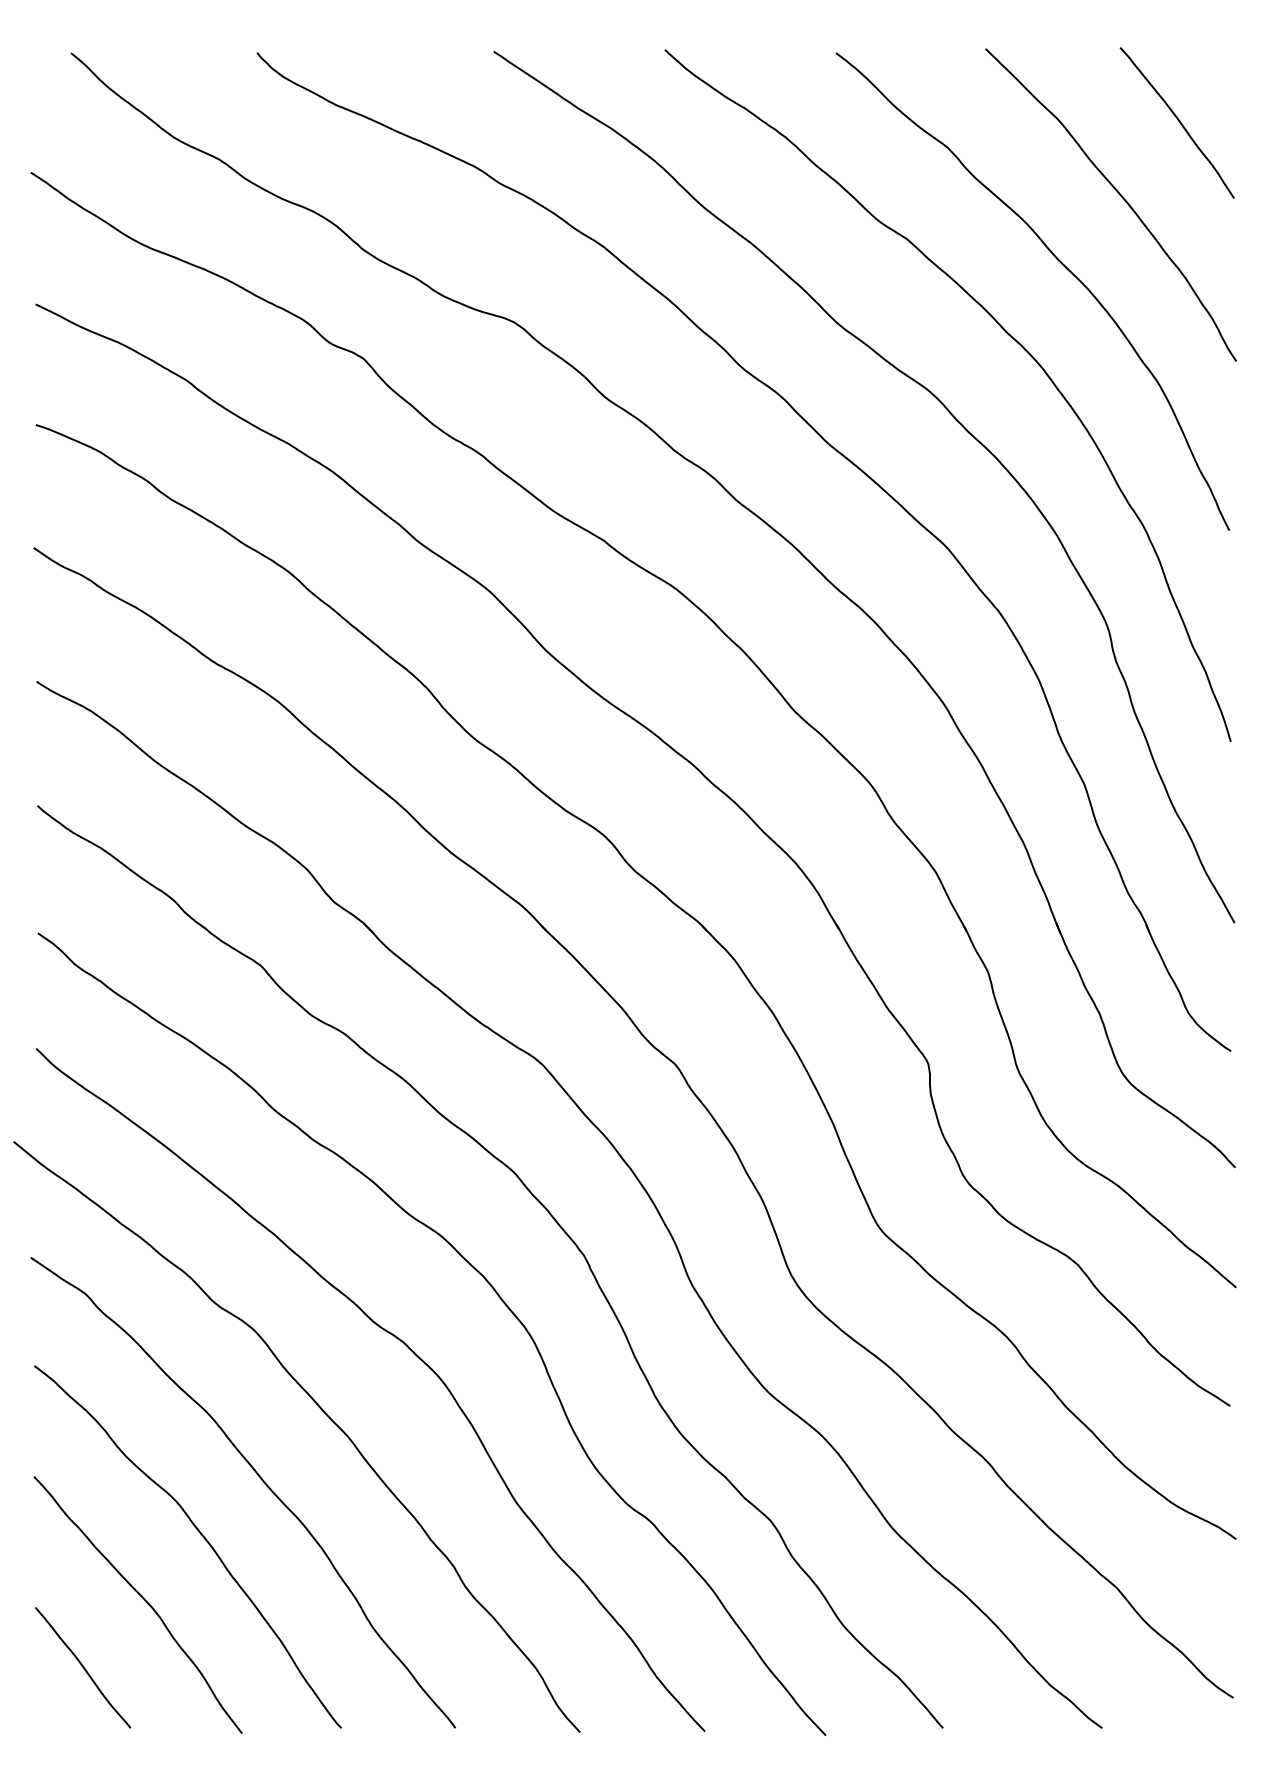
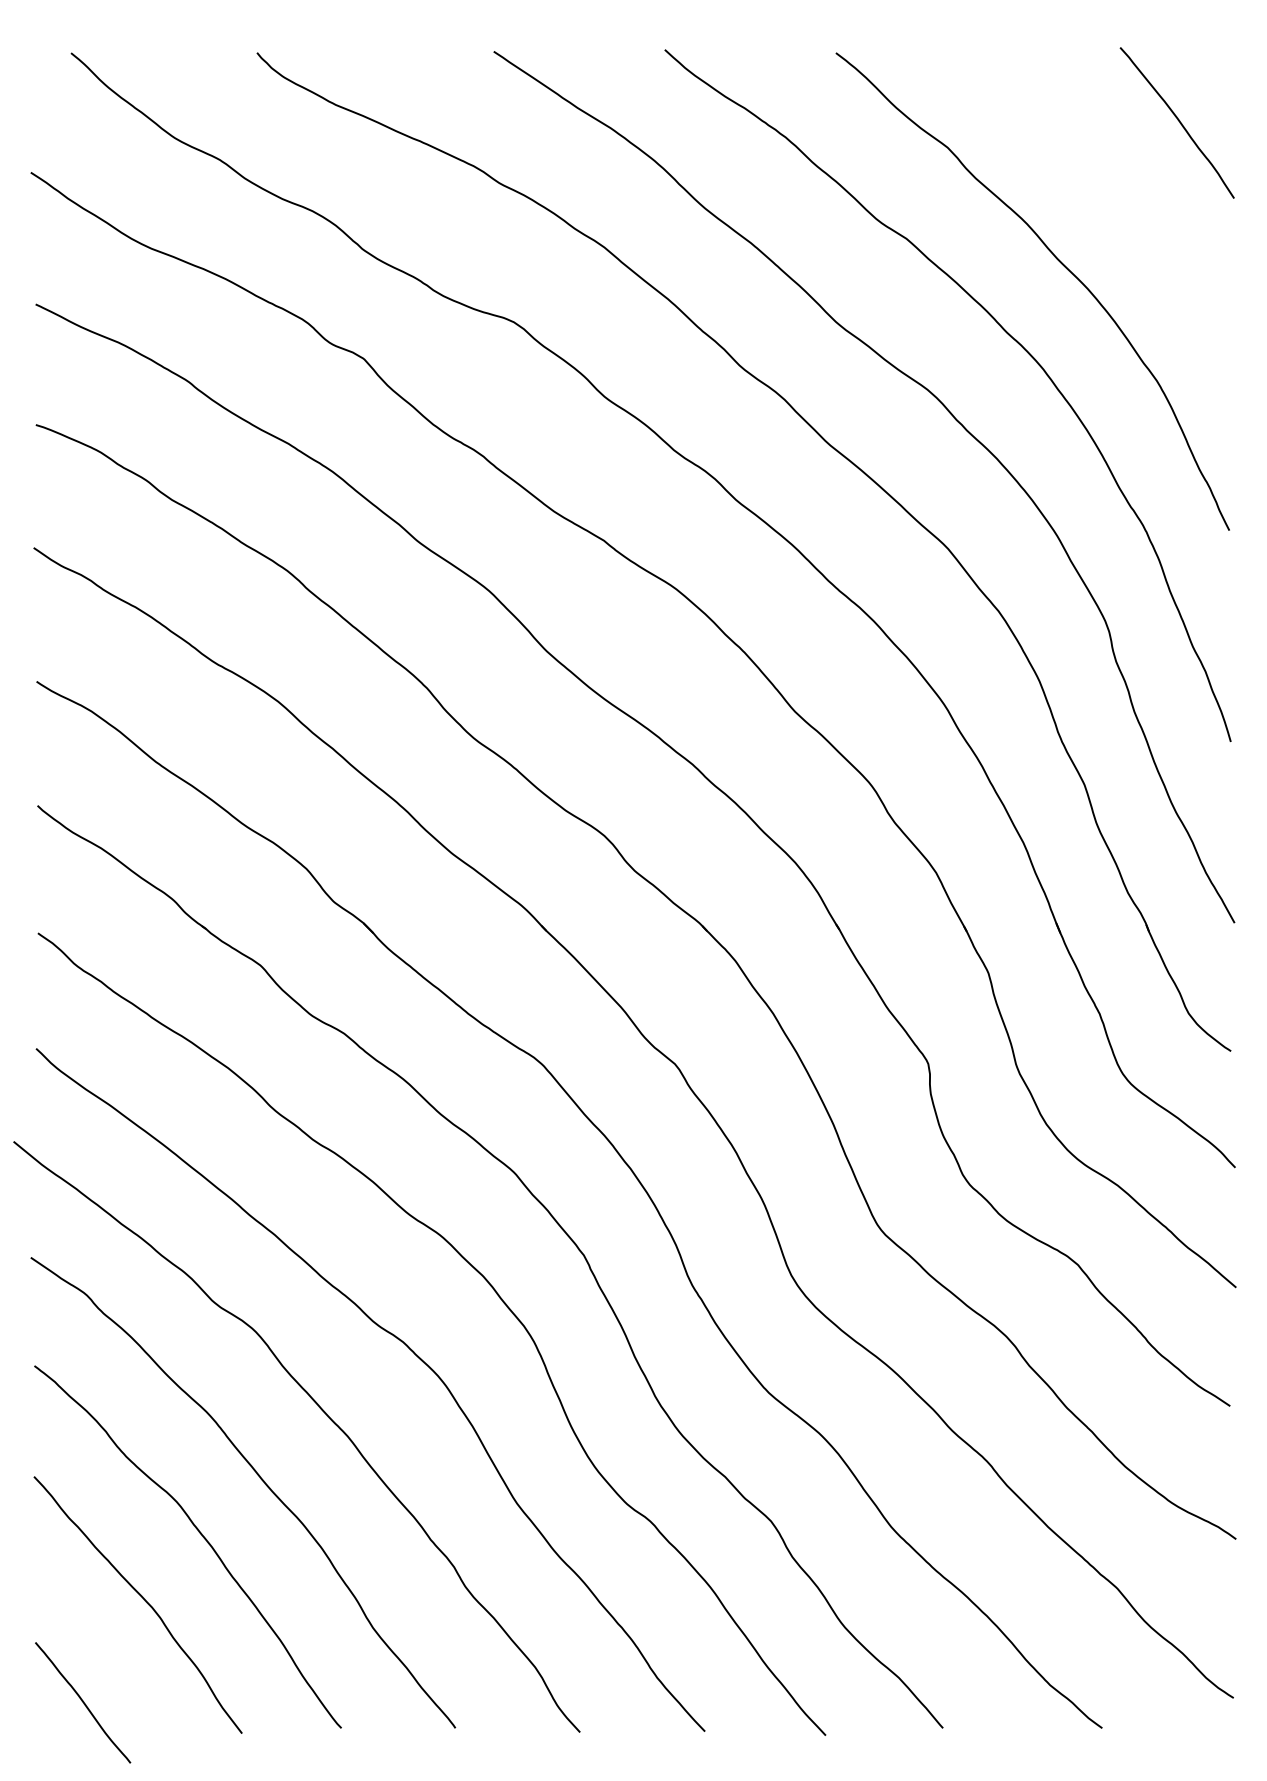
curve at (1119, 195): present -> none
curve at (83, 1667) position: (83, 1667) -> (83, 1702)
